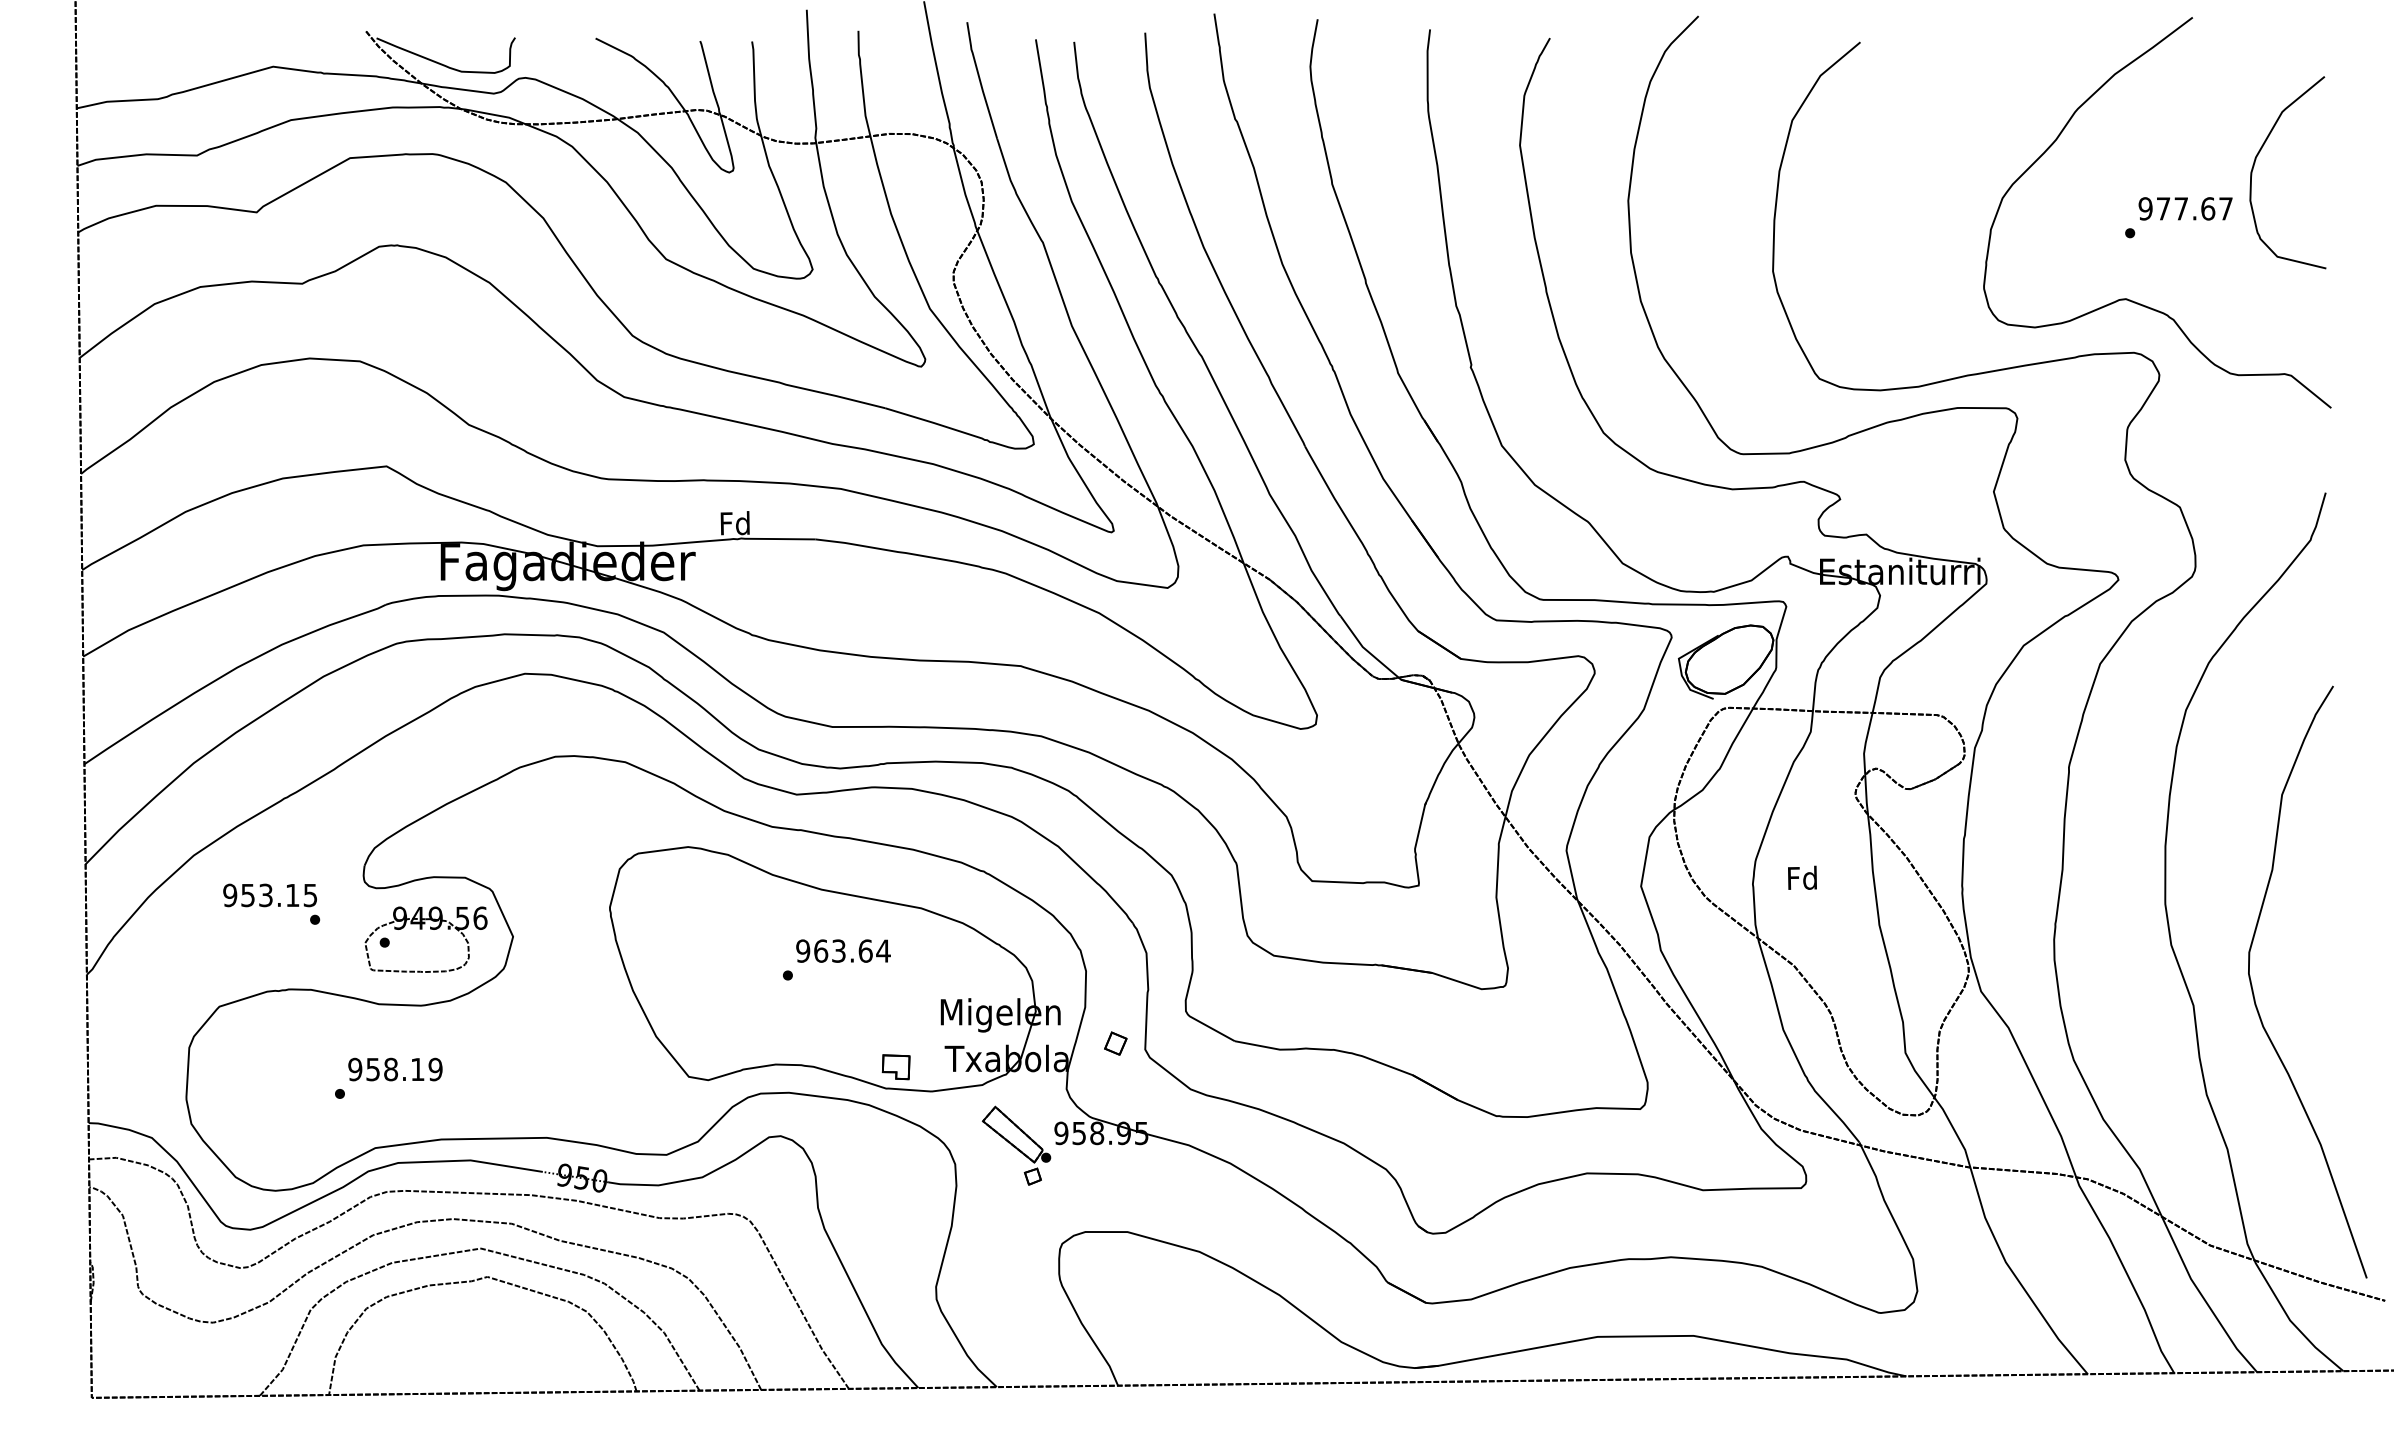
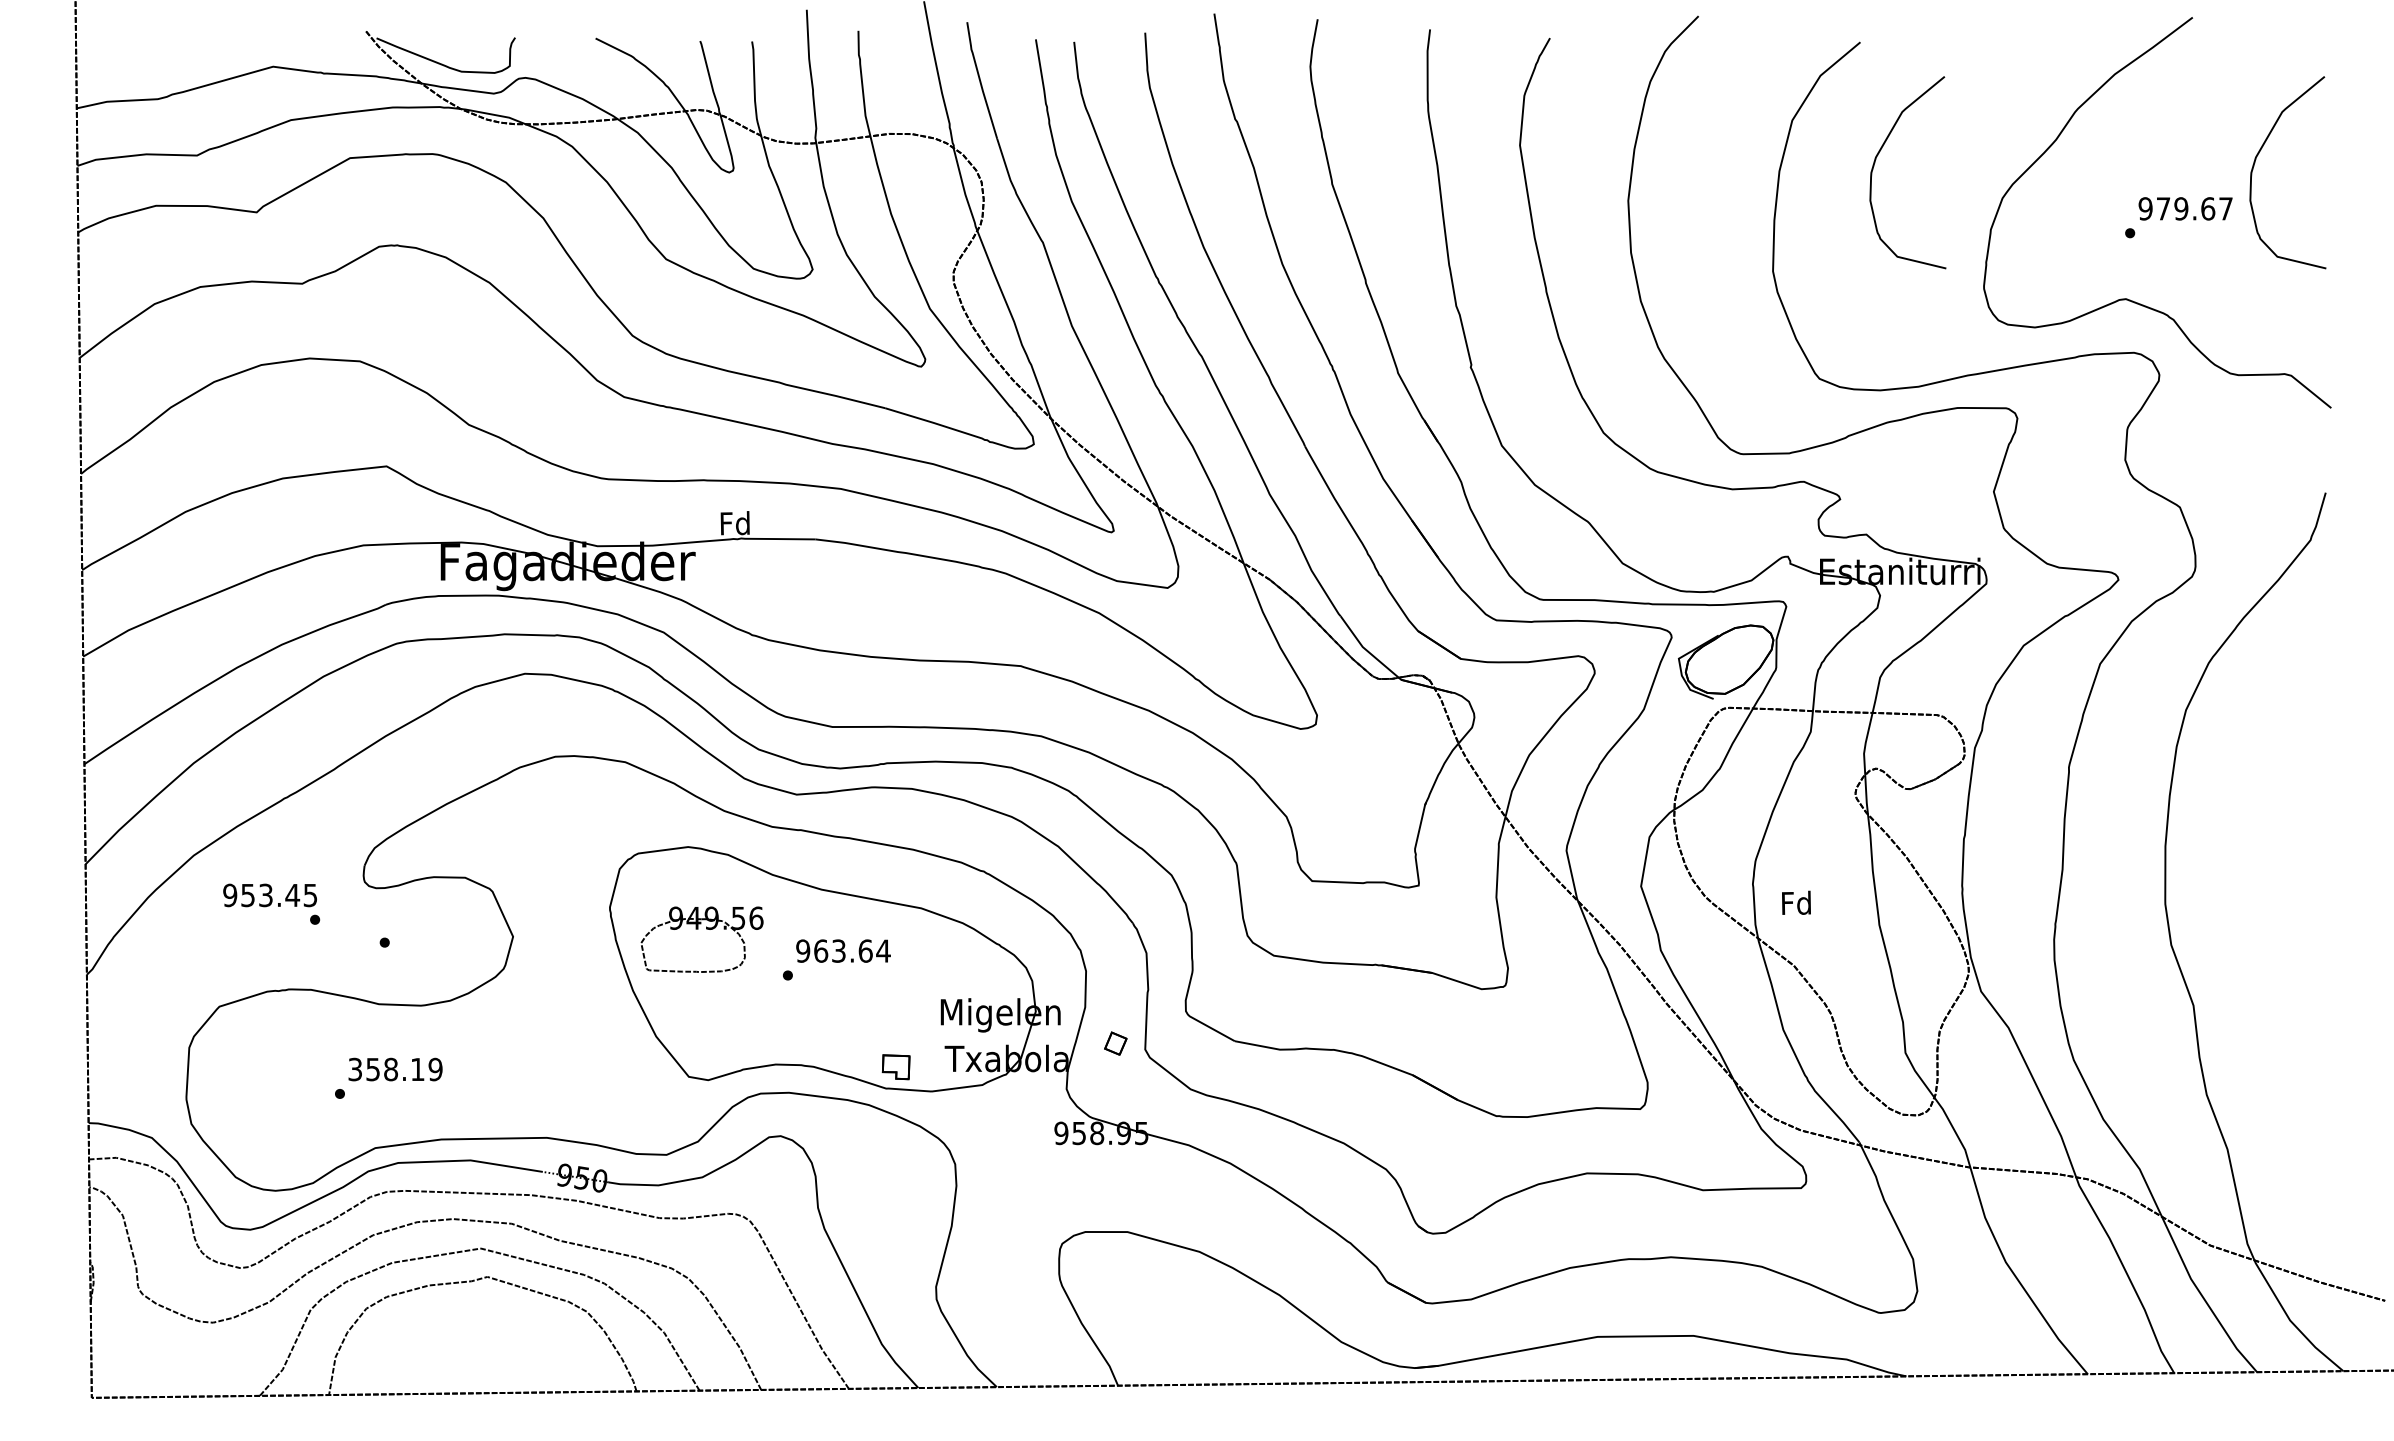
curve at (1875, 163): none -> present
text at (2181, 208): 977.67 -> 979.67
text at (1802, 877) position: (1802, 877) -> (1796, 902)
text at (292, 895): 953.15 -> 953.45
part at (422, 929) position: (422, 929) -> (698, 929)
curve at (2254, 994): present -> none
text at (355, 1069): 958.19 -> 358.19
part at (1016, 1145): present -> none
